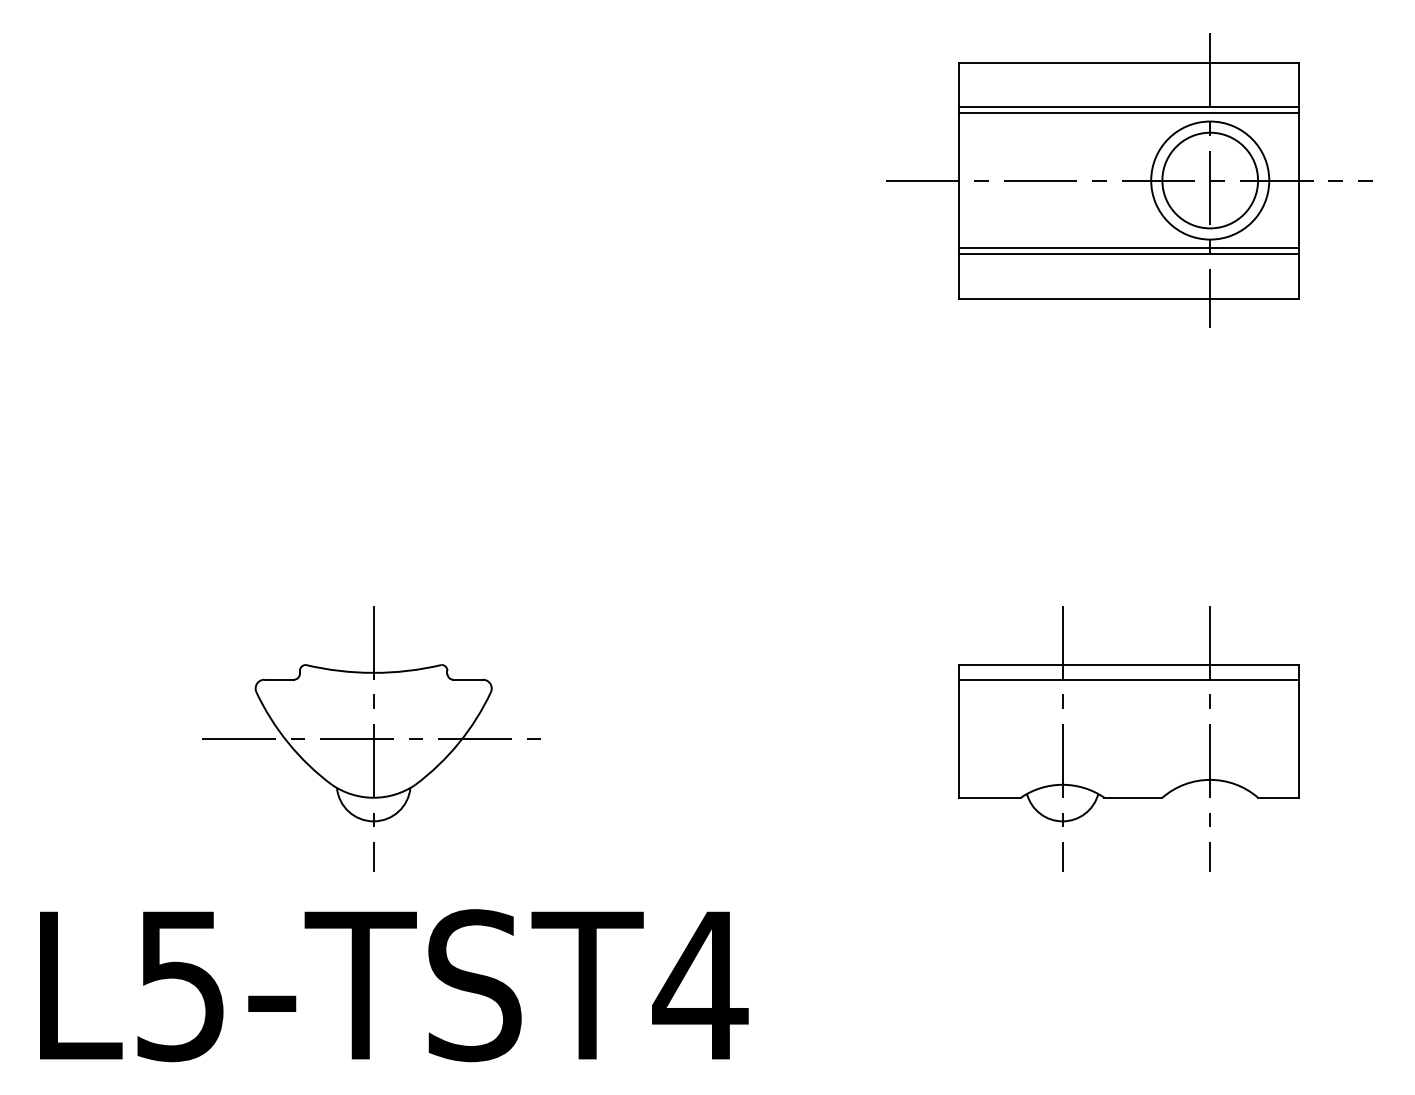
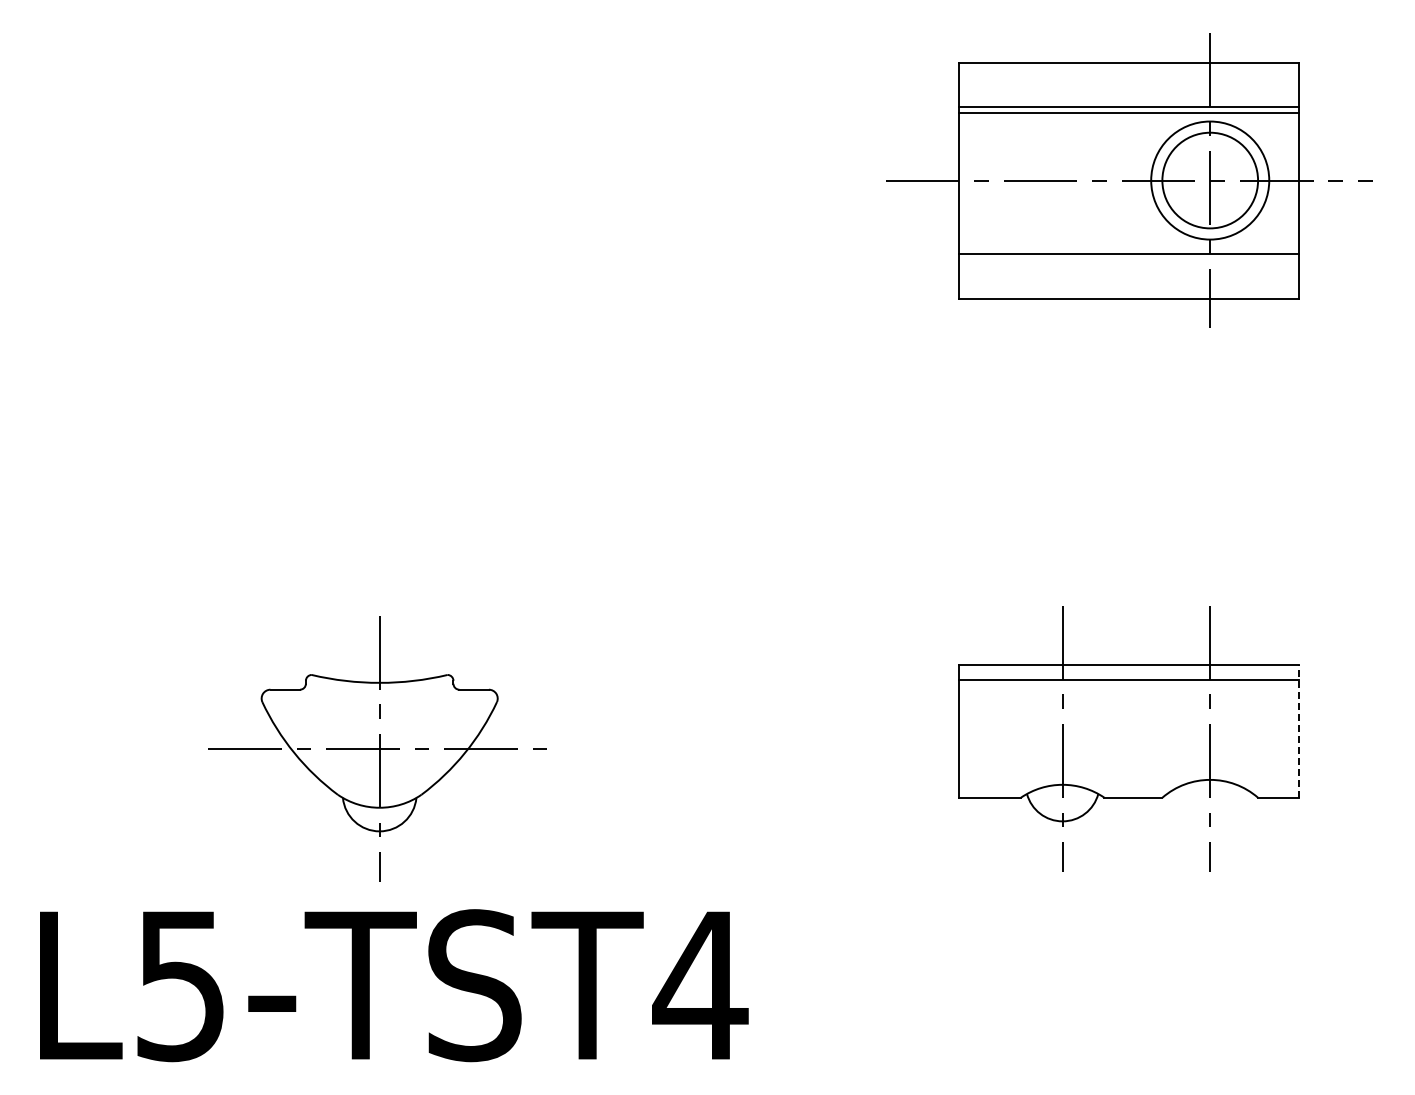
line at (1128, 248): present -> none
line at (1298, 730): solid -> dashed
part at (371, 738) position: (371, 738) -> (377, 748)
